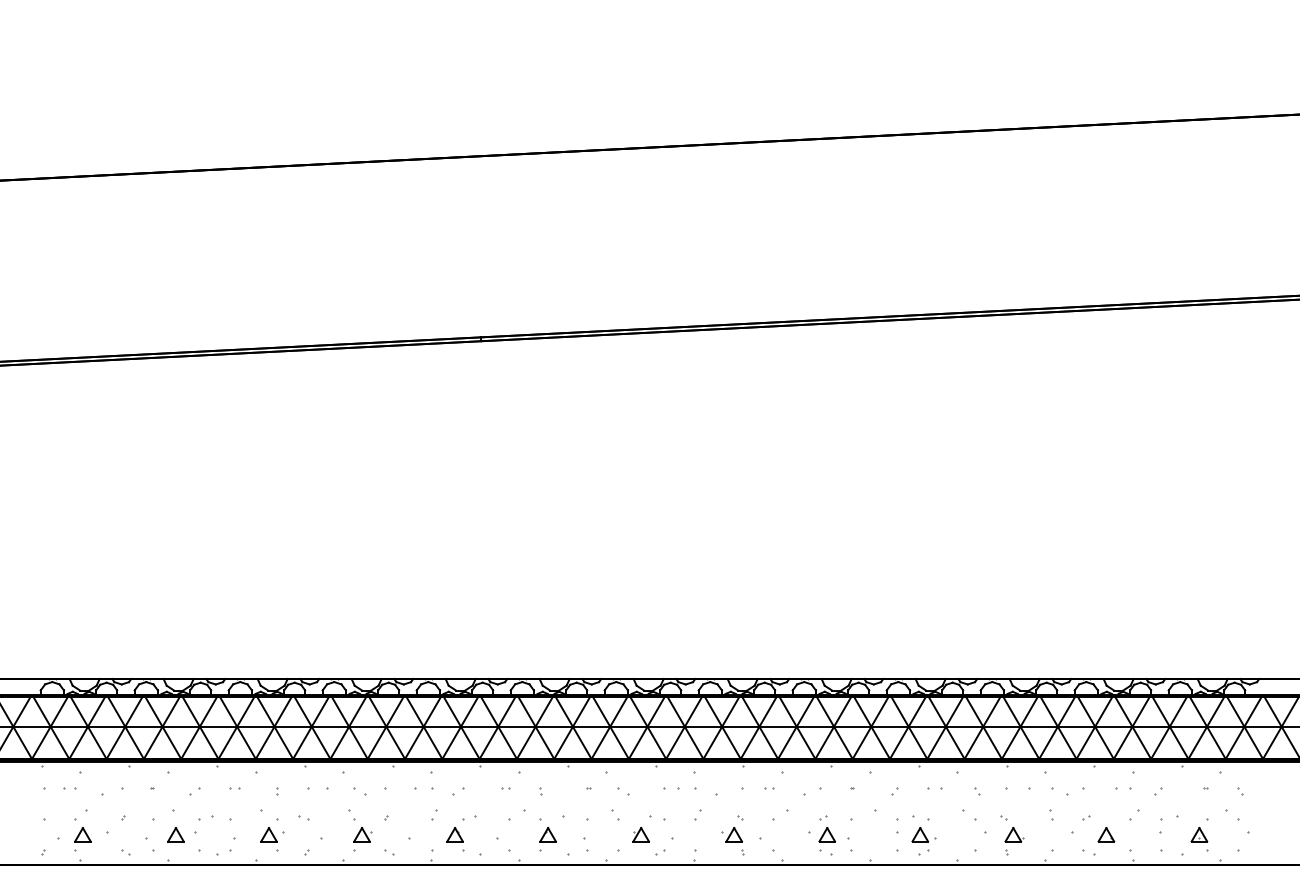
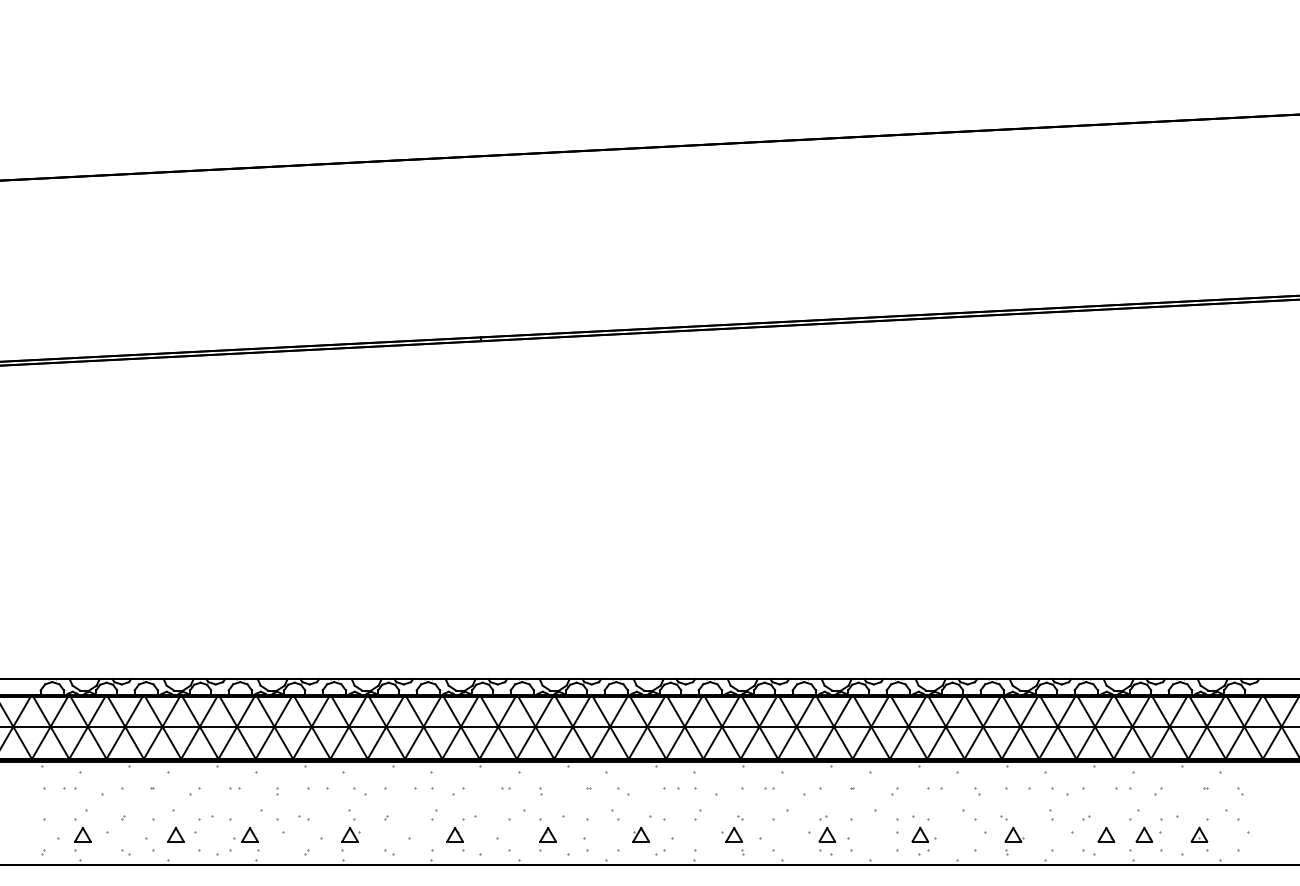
part at (1144, 834): none -> present
part at (269, 839) position: (269, 839) -> (250, 839)
part at (362, 839) position: (362, 839) -> (350, 839)
